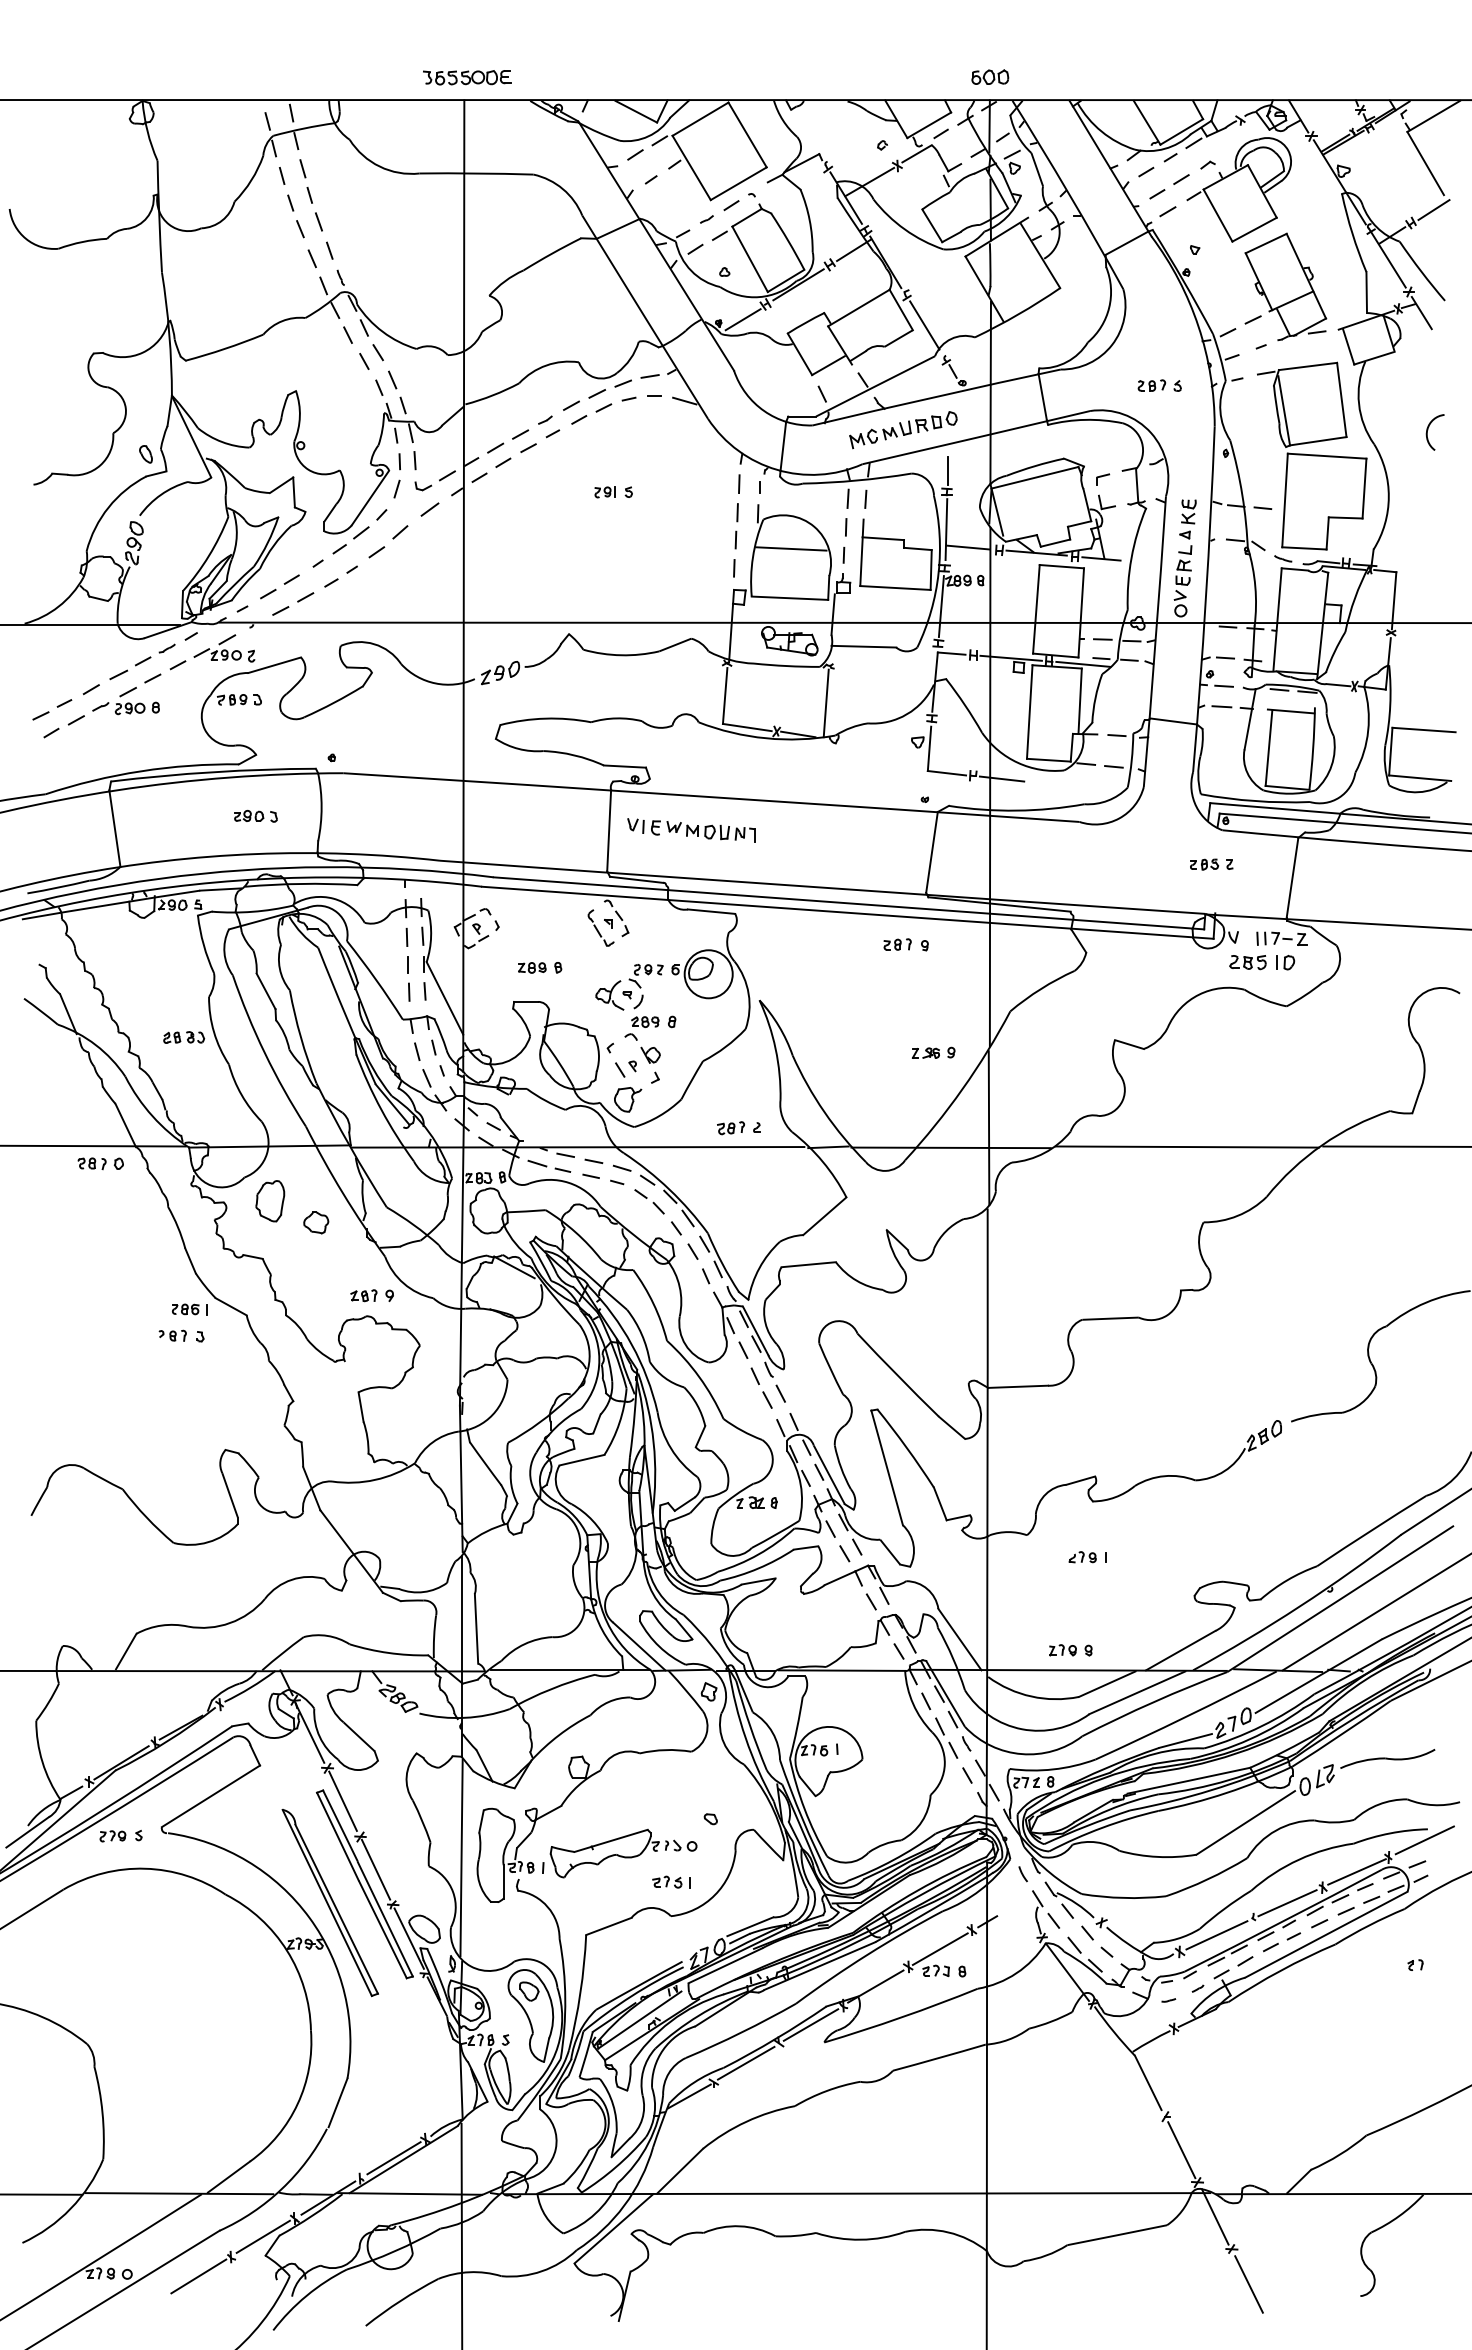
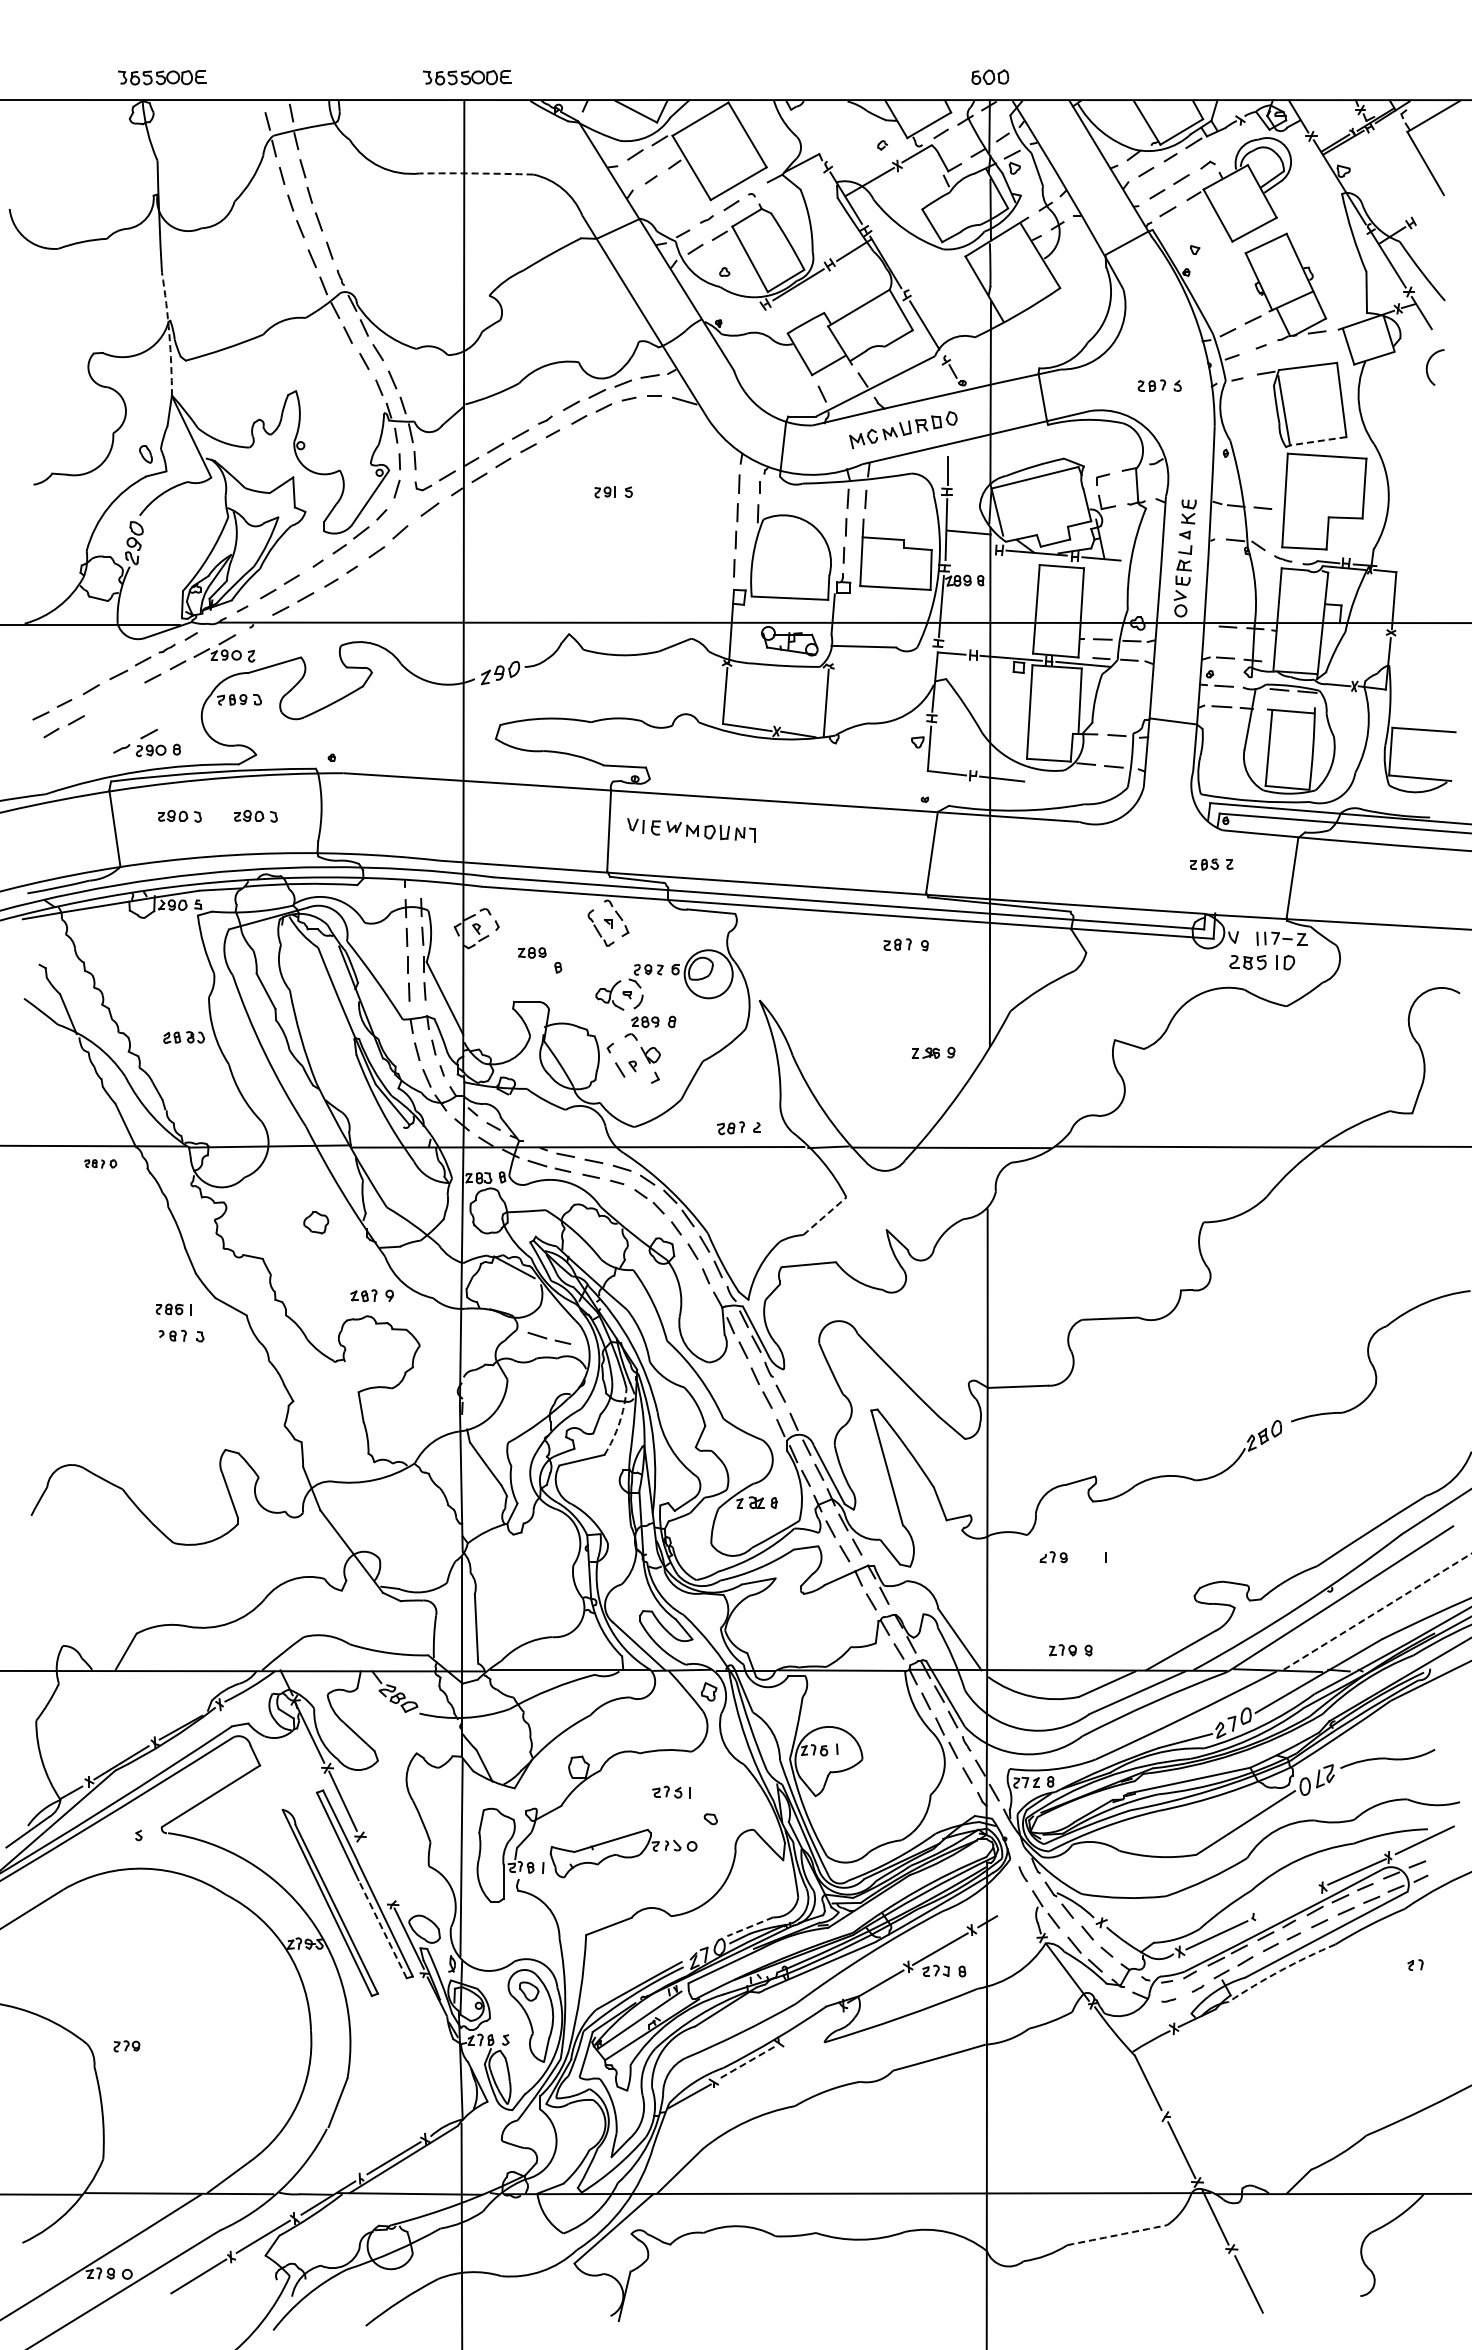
part at (162, 77): none -> present
arc at (476, 173): solid -> dashed
line at (1433, 210): present -> none
line at (742, 319): present -> none
arc at (169, 334): solid -> dashed
arc at (1428, 430) position: (1428, 430) -> (1428, 365)
line at (1318, 441): solid -> dashed
line at (967, 547) position: (967, 547) -> (968, 532)
line at (791, 548): present -> none
part at (125, 700) position: (125, 700) -> (146, 742)
part at (179, 815): none -> present
part at (532, 967) position: (532, 967) -> (532, 952)
part at (628, 1099): present -> none
line at (988, 1128): present -> none
part at (100, 1163) size: 47x14 px -> 34x10 px
part at (270, 1201): present -> none
line at (824, 1216): solid -> dashed
part at (189, 1309) position: (189, 1309) -> (173, 1309)
part at (549, 1337): none -> present
arc at (619, 1423): solid -> dashed
part at (1082, 1557) position: (1082, 1557) -> (1053, 1557)
line at (1377, 1612): solid -> dashed
part at (112, 1836) position: (112, 1836) -> (126, 2046)
line at (375, 1869): present -> none
part at (671, 1881) position: (671, 1881) -> (671, 1791)
line at (1287, 1903): present -> none
line at (750, 1926): solid -> dashed
line at (382, 1929): solid -> dashed
arc at (1280, 1970): solid -> dashed
line at (810, 2024): present -> none
line at (746, 2063): solid -> dashed
arc at (1117, 2235): solid -> dashed
